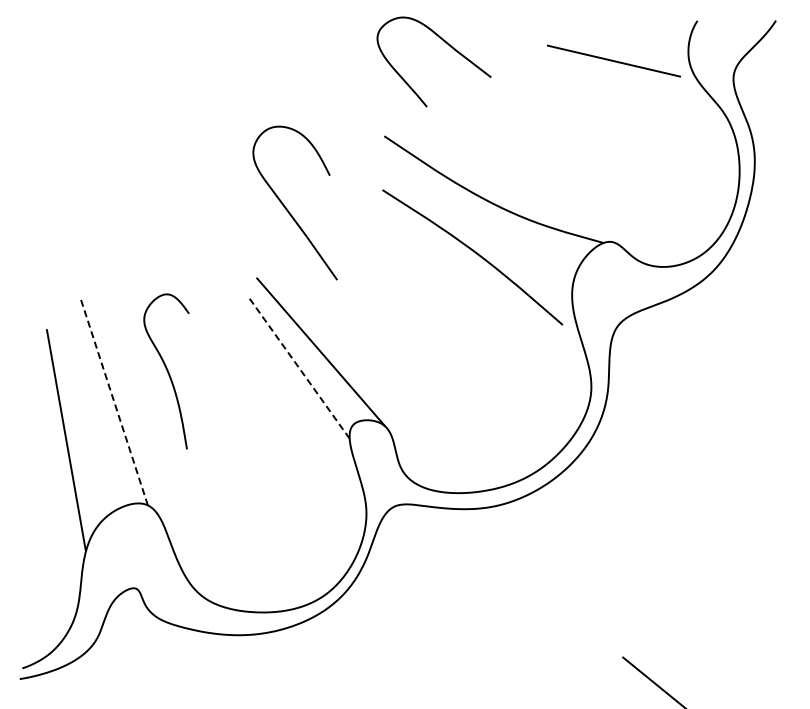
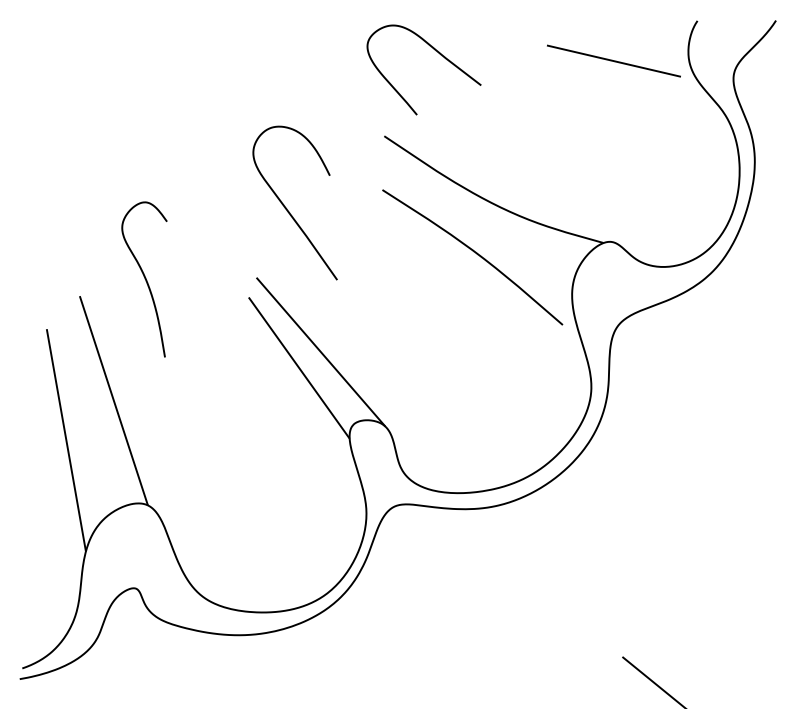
curve at (448, 45) position: (448, 45) -> (438, 53)
line at (299, 368): dashed -> solid
curve at (166, 371) position: (166, 371) -> (144, 279)
line at (113, 400): dashed -> solid
